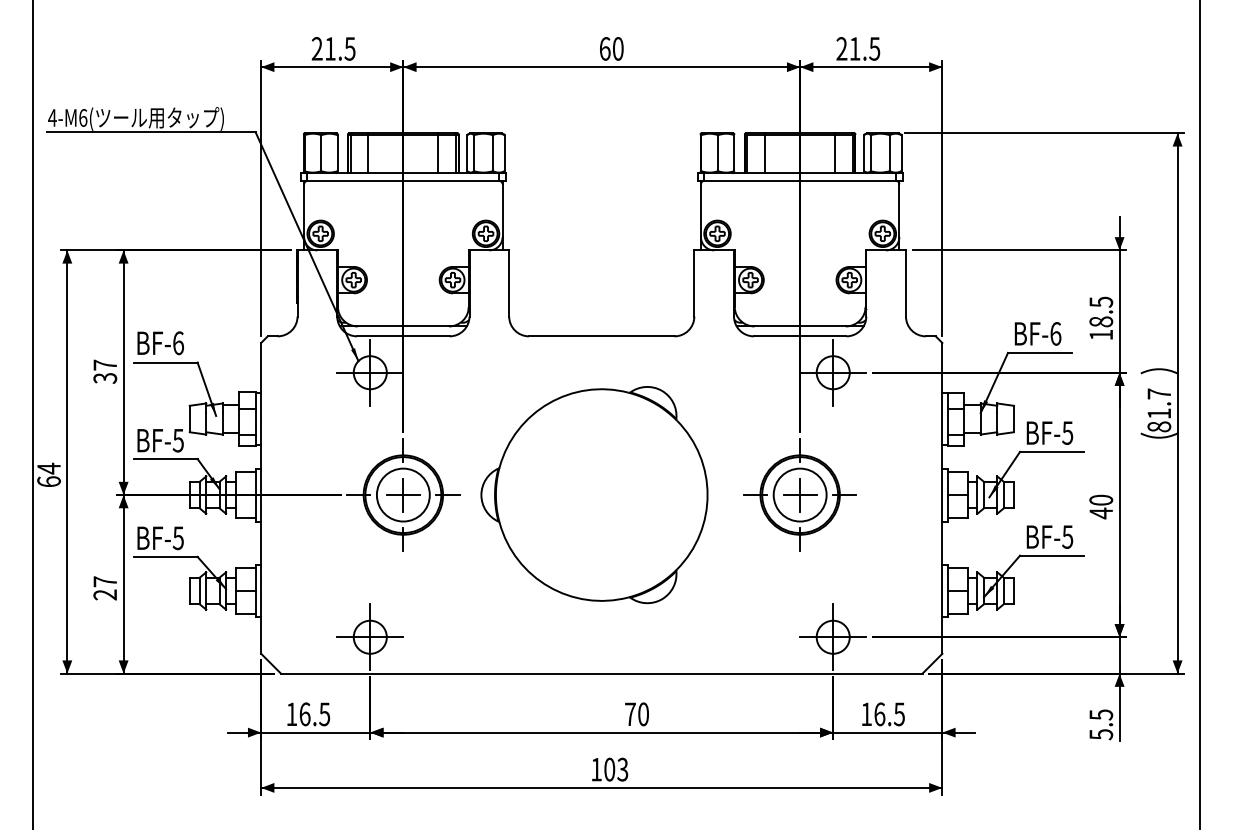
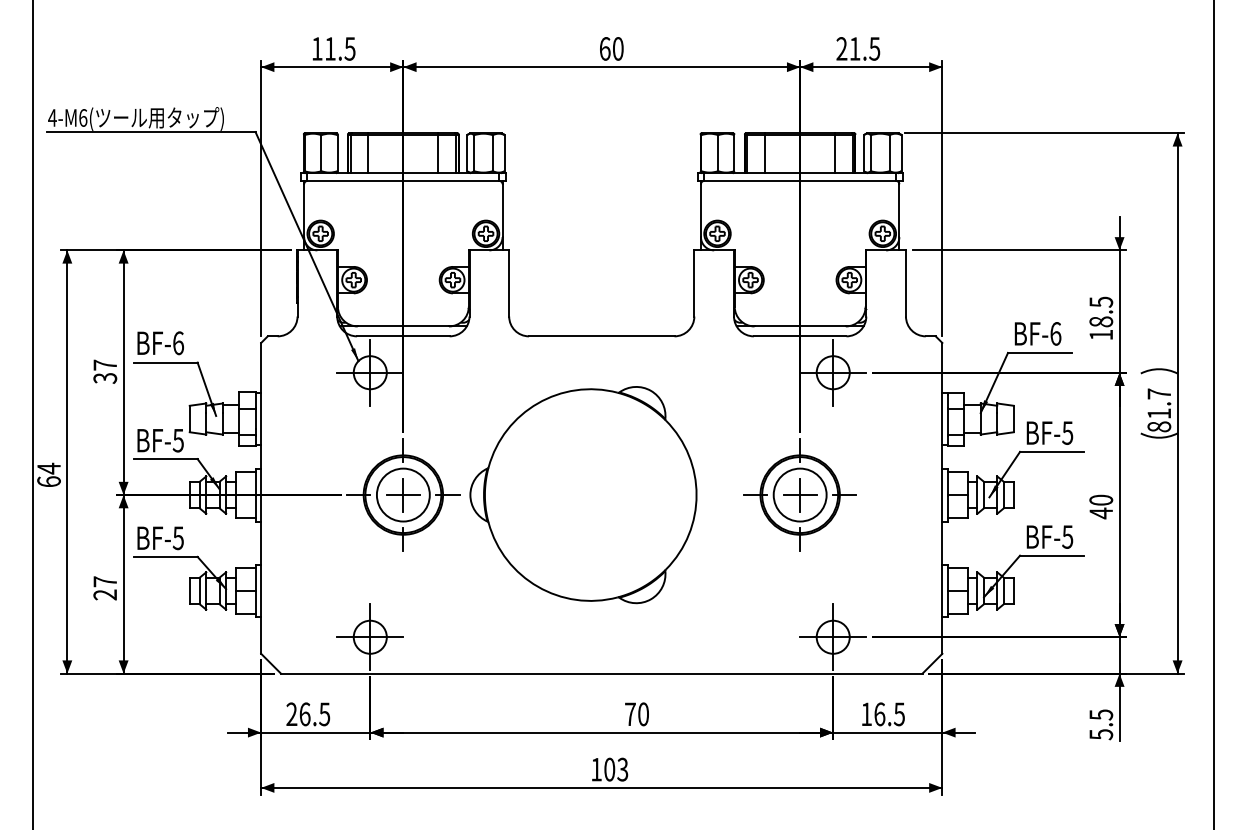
text at (316, 48): 21.5 -> 11.5
line at (1199, 414) position: (1199, 414) -> (1213, 414)
part at (594, 495) position: (594, 495) -> (583, 495)
text at (291, 713): 16.5 -> 26.5
